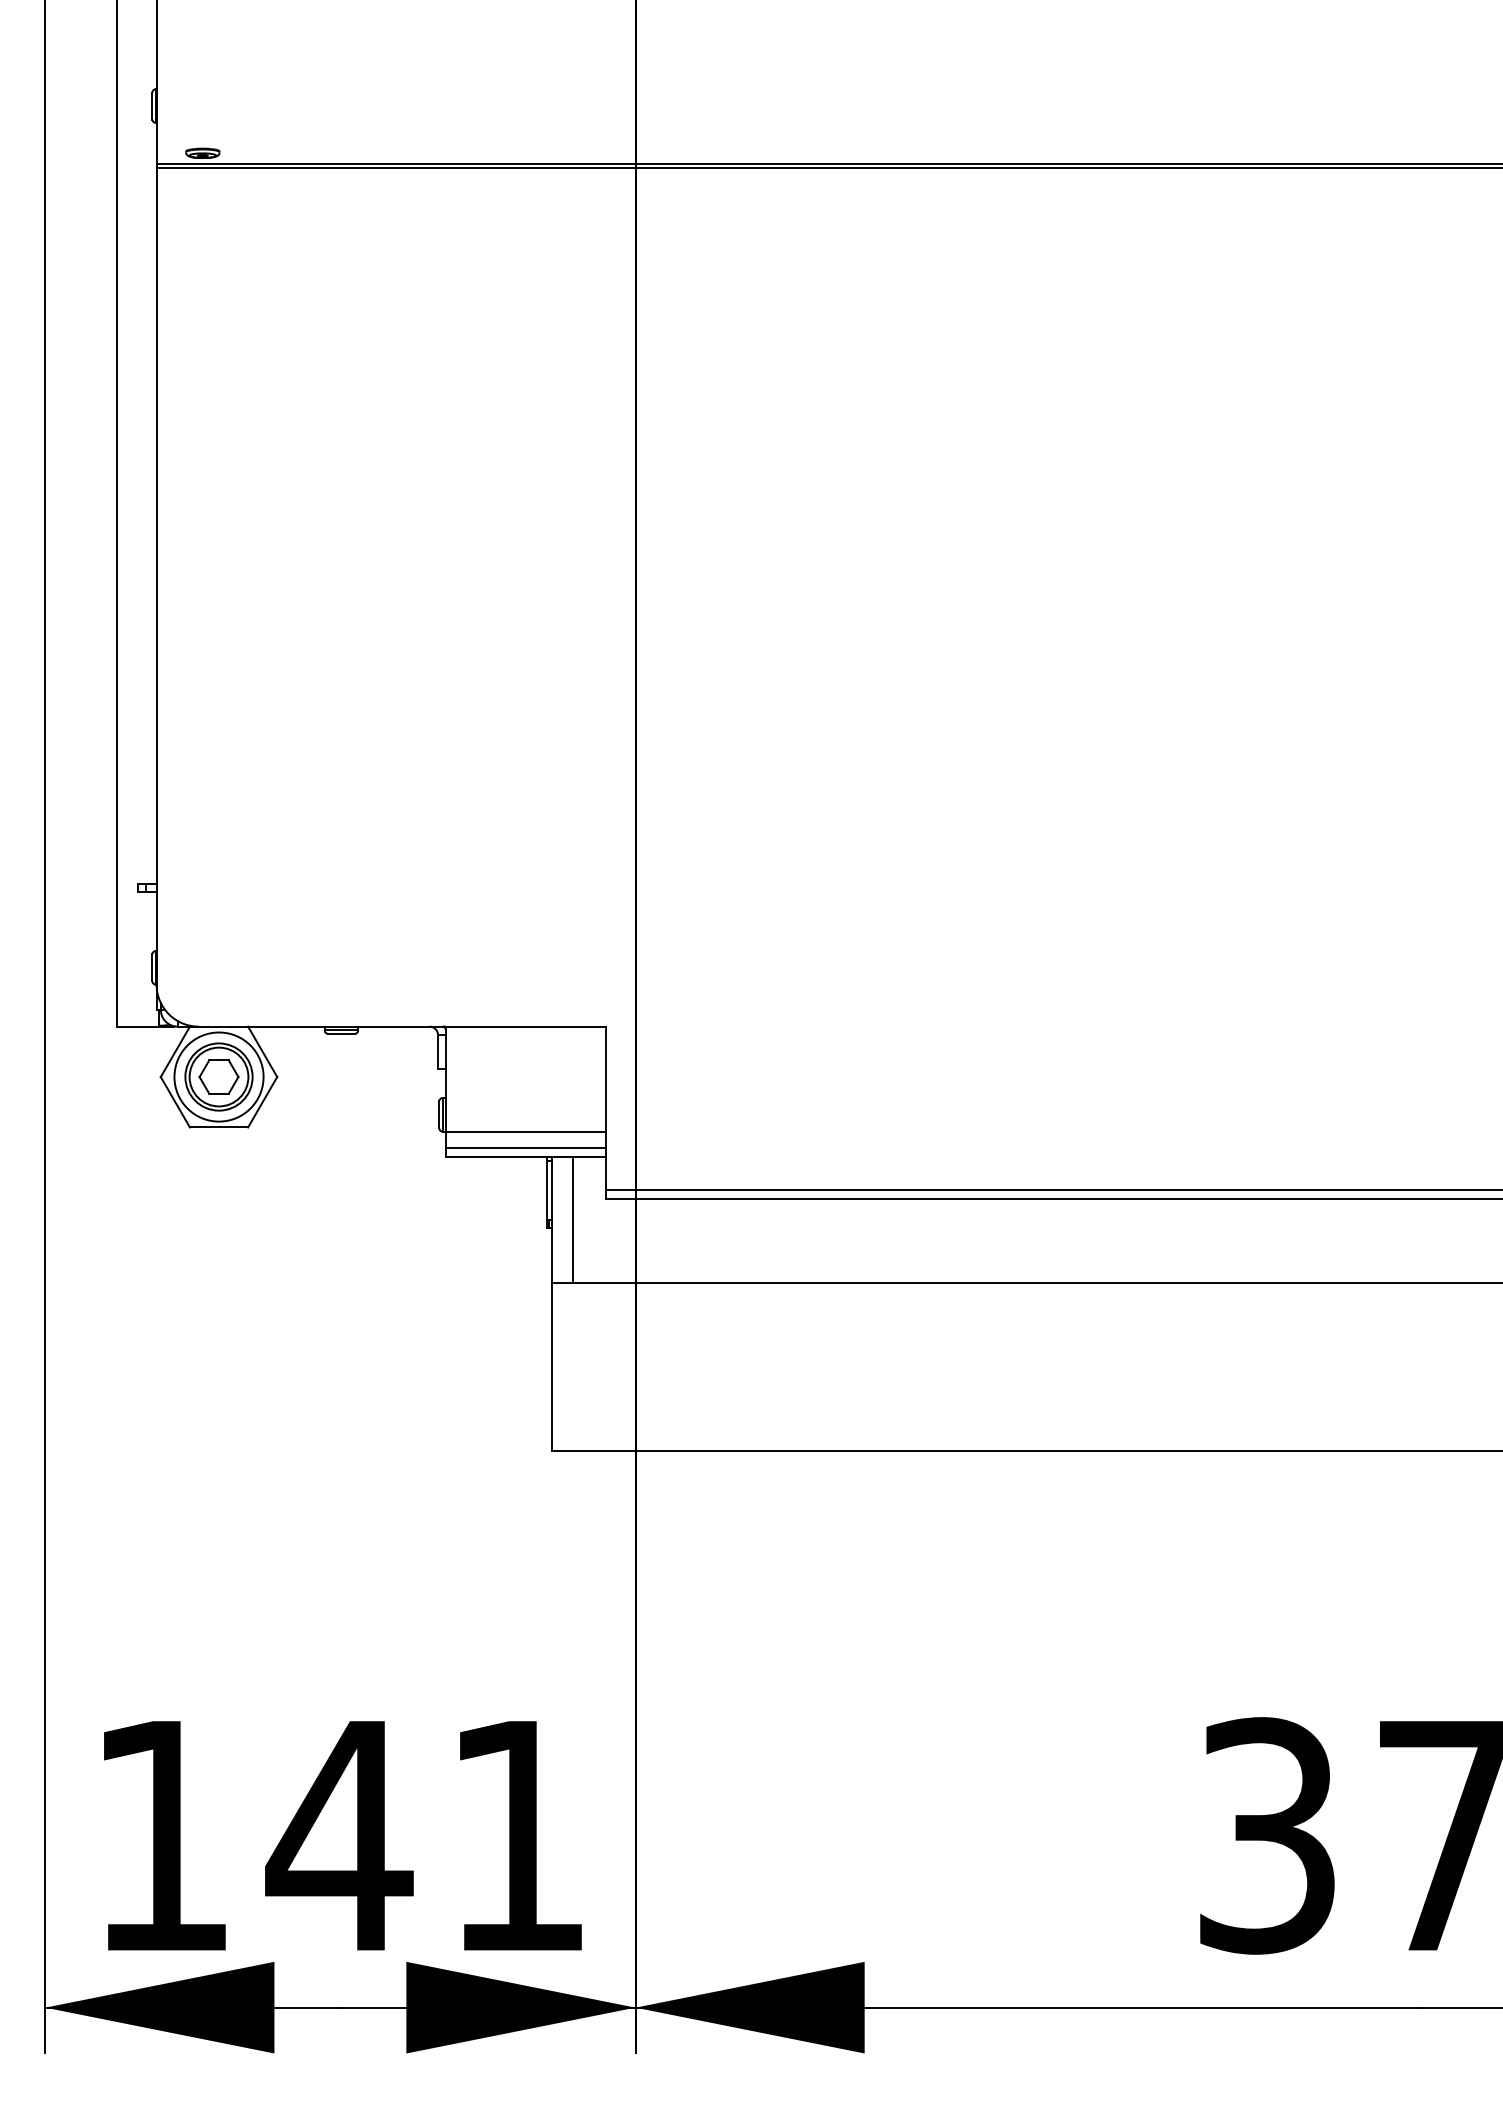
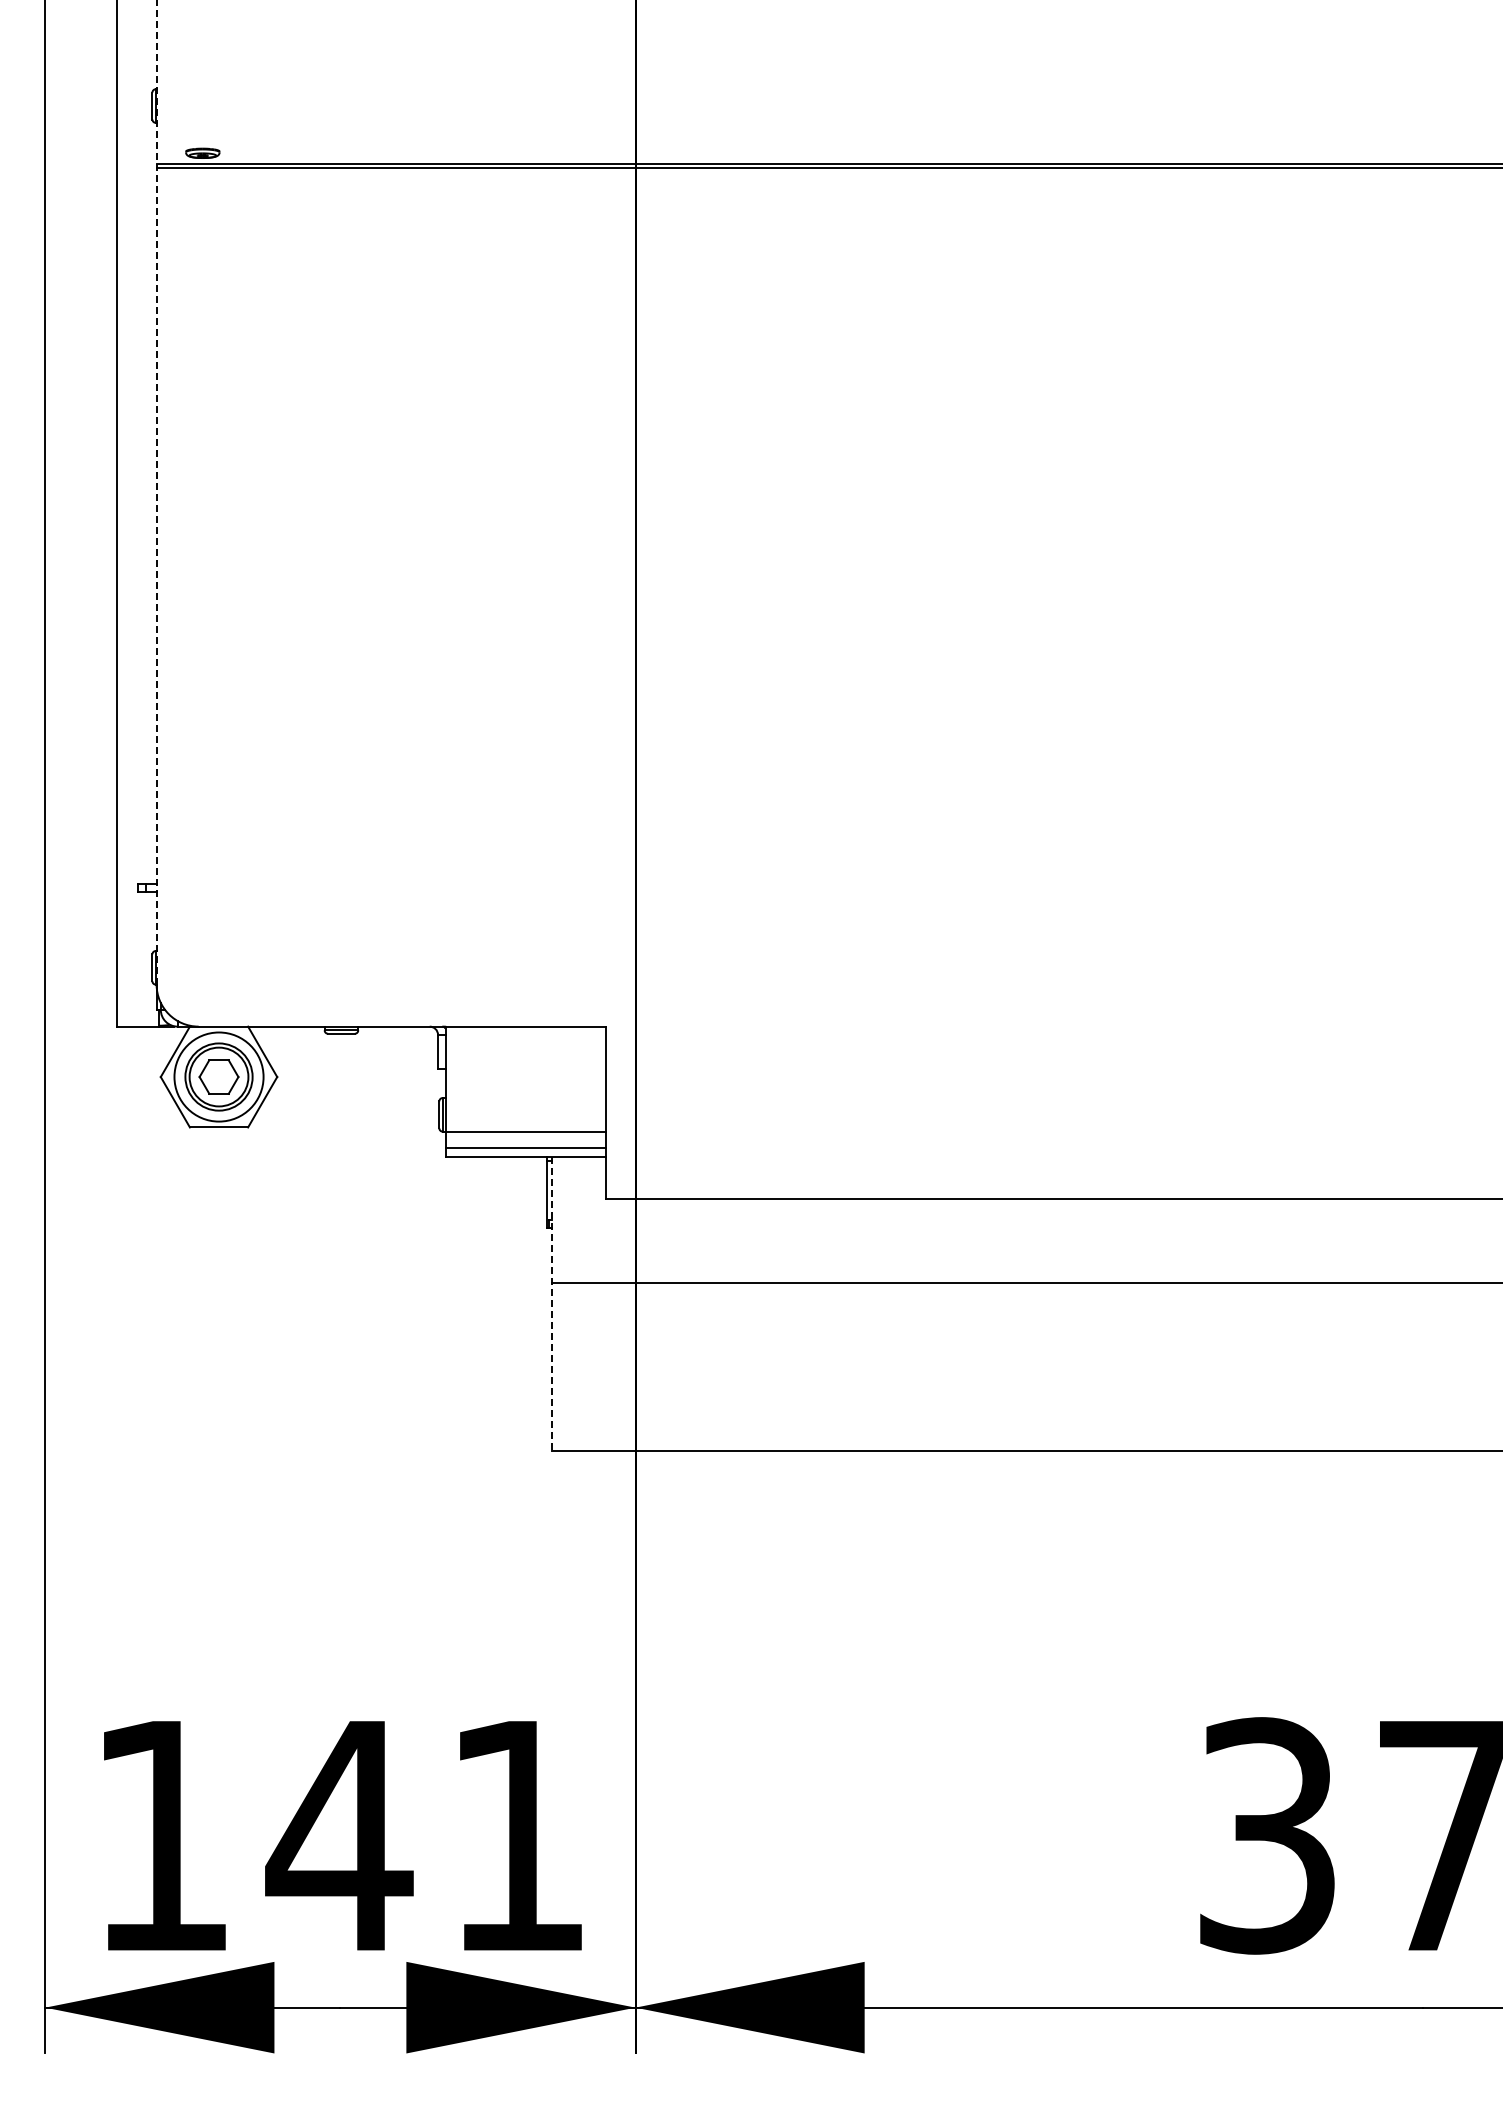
line at (156, 492): solid -> dashed
line at (1052, 1190): present -> none
line at (572, 1219): present -> none
line at (551, 1304): solid -> dashed
